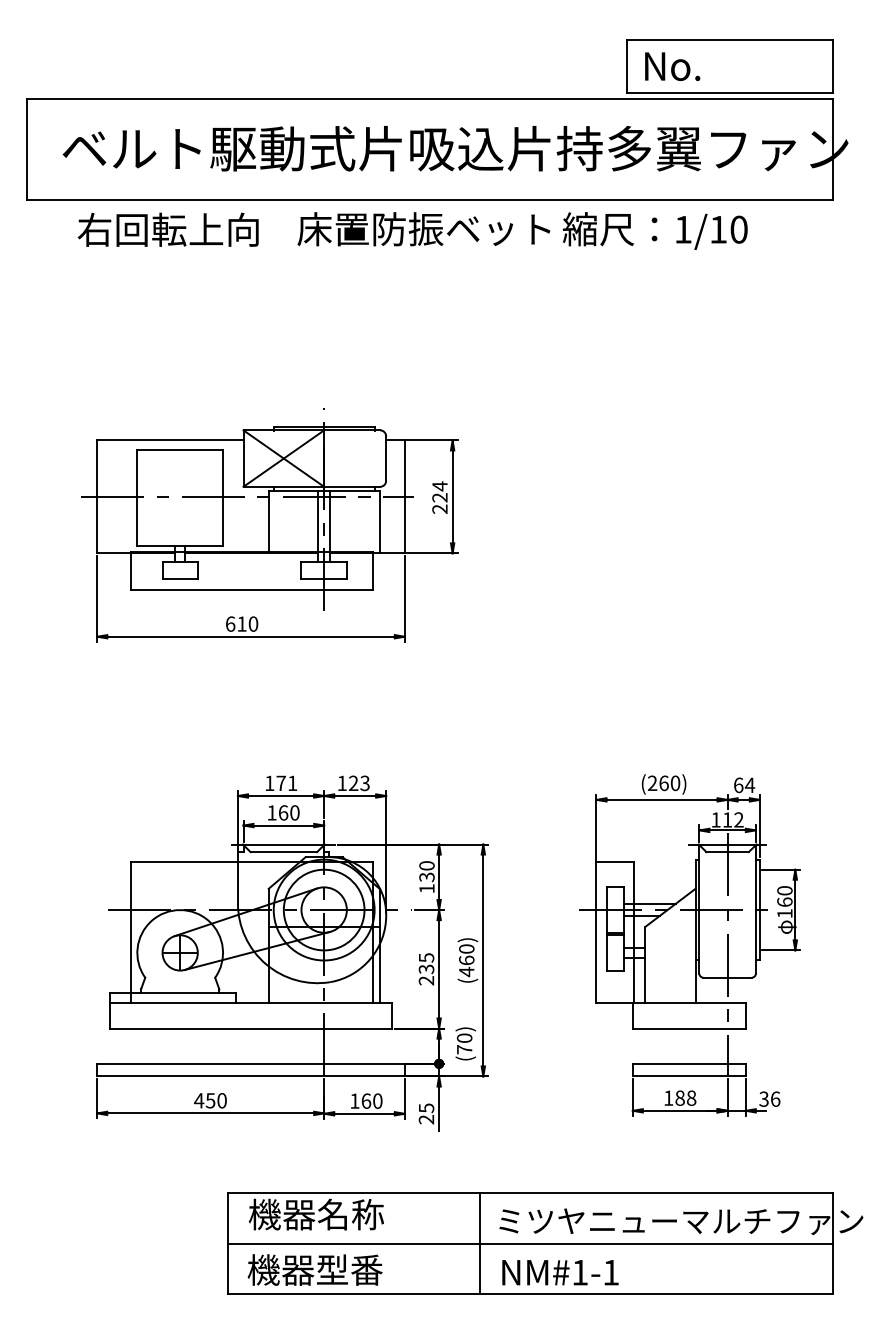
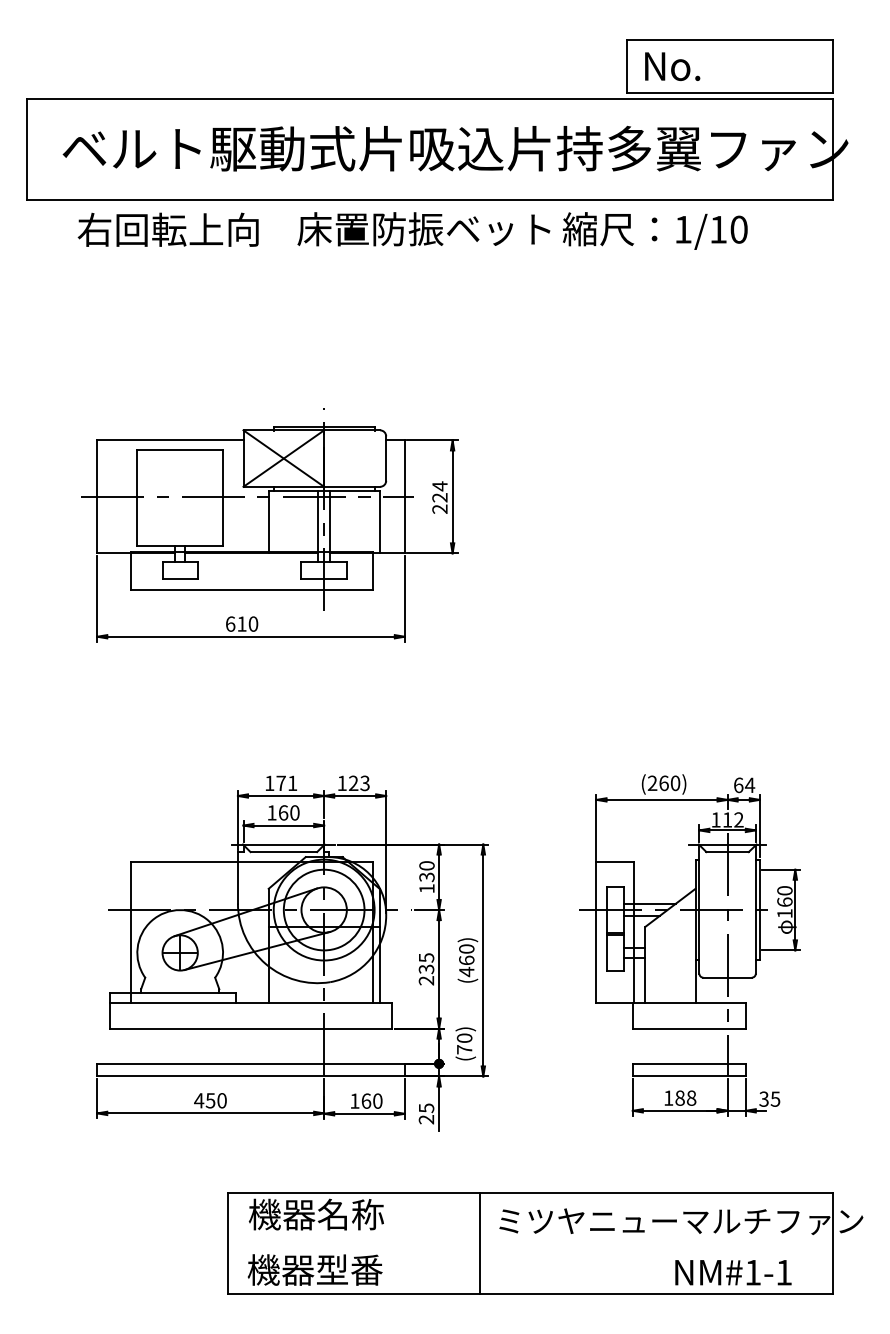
text at (775, 1098): 36 -> 35
line at (530, 1243): present -> none
text at (560, 1272) position: (560, 1272) -> (733, 1272)
